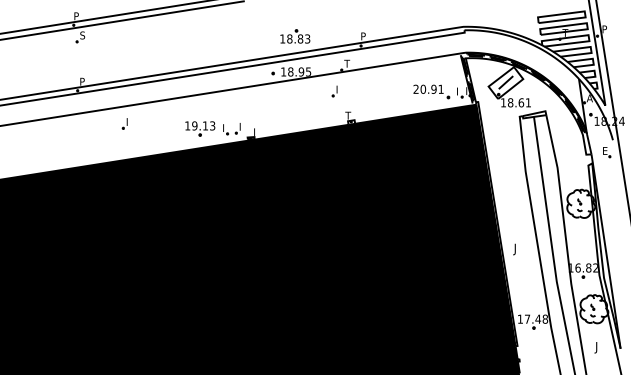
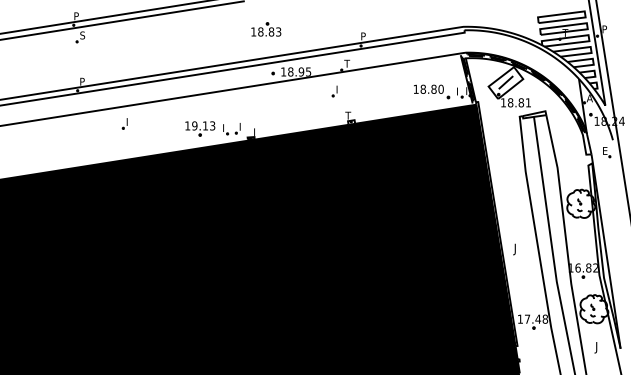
part at (295, 36) position: (295, 36) -> (266, 29)
text at (428, 88): 20.91 -> 18.80
text at (520, 102): 18.61 -> 18.81
